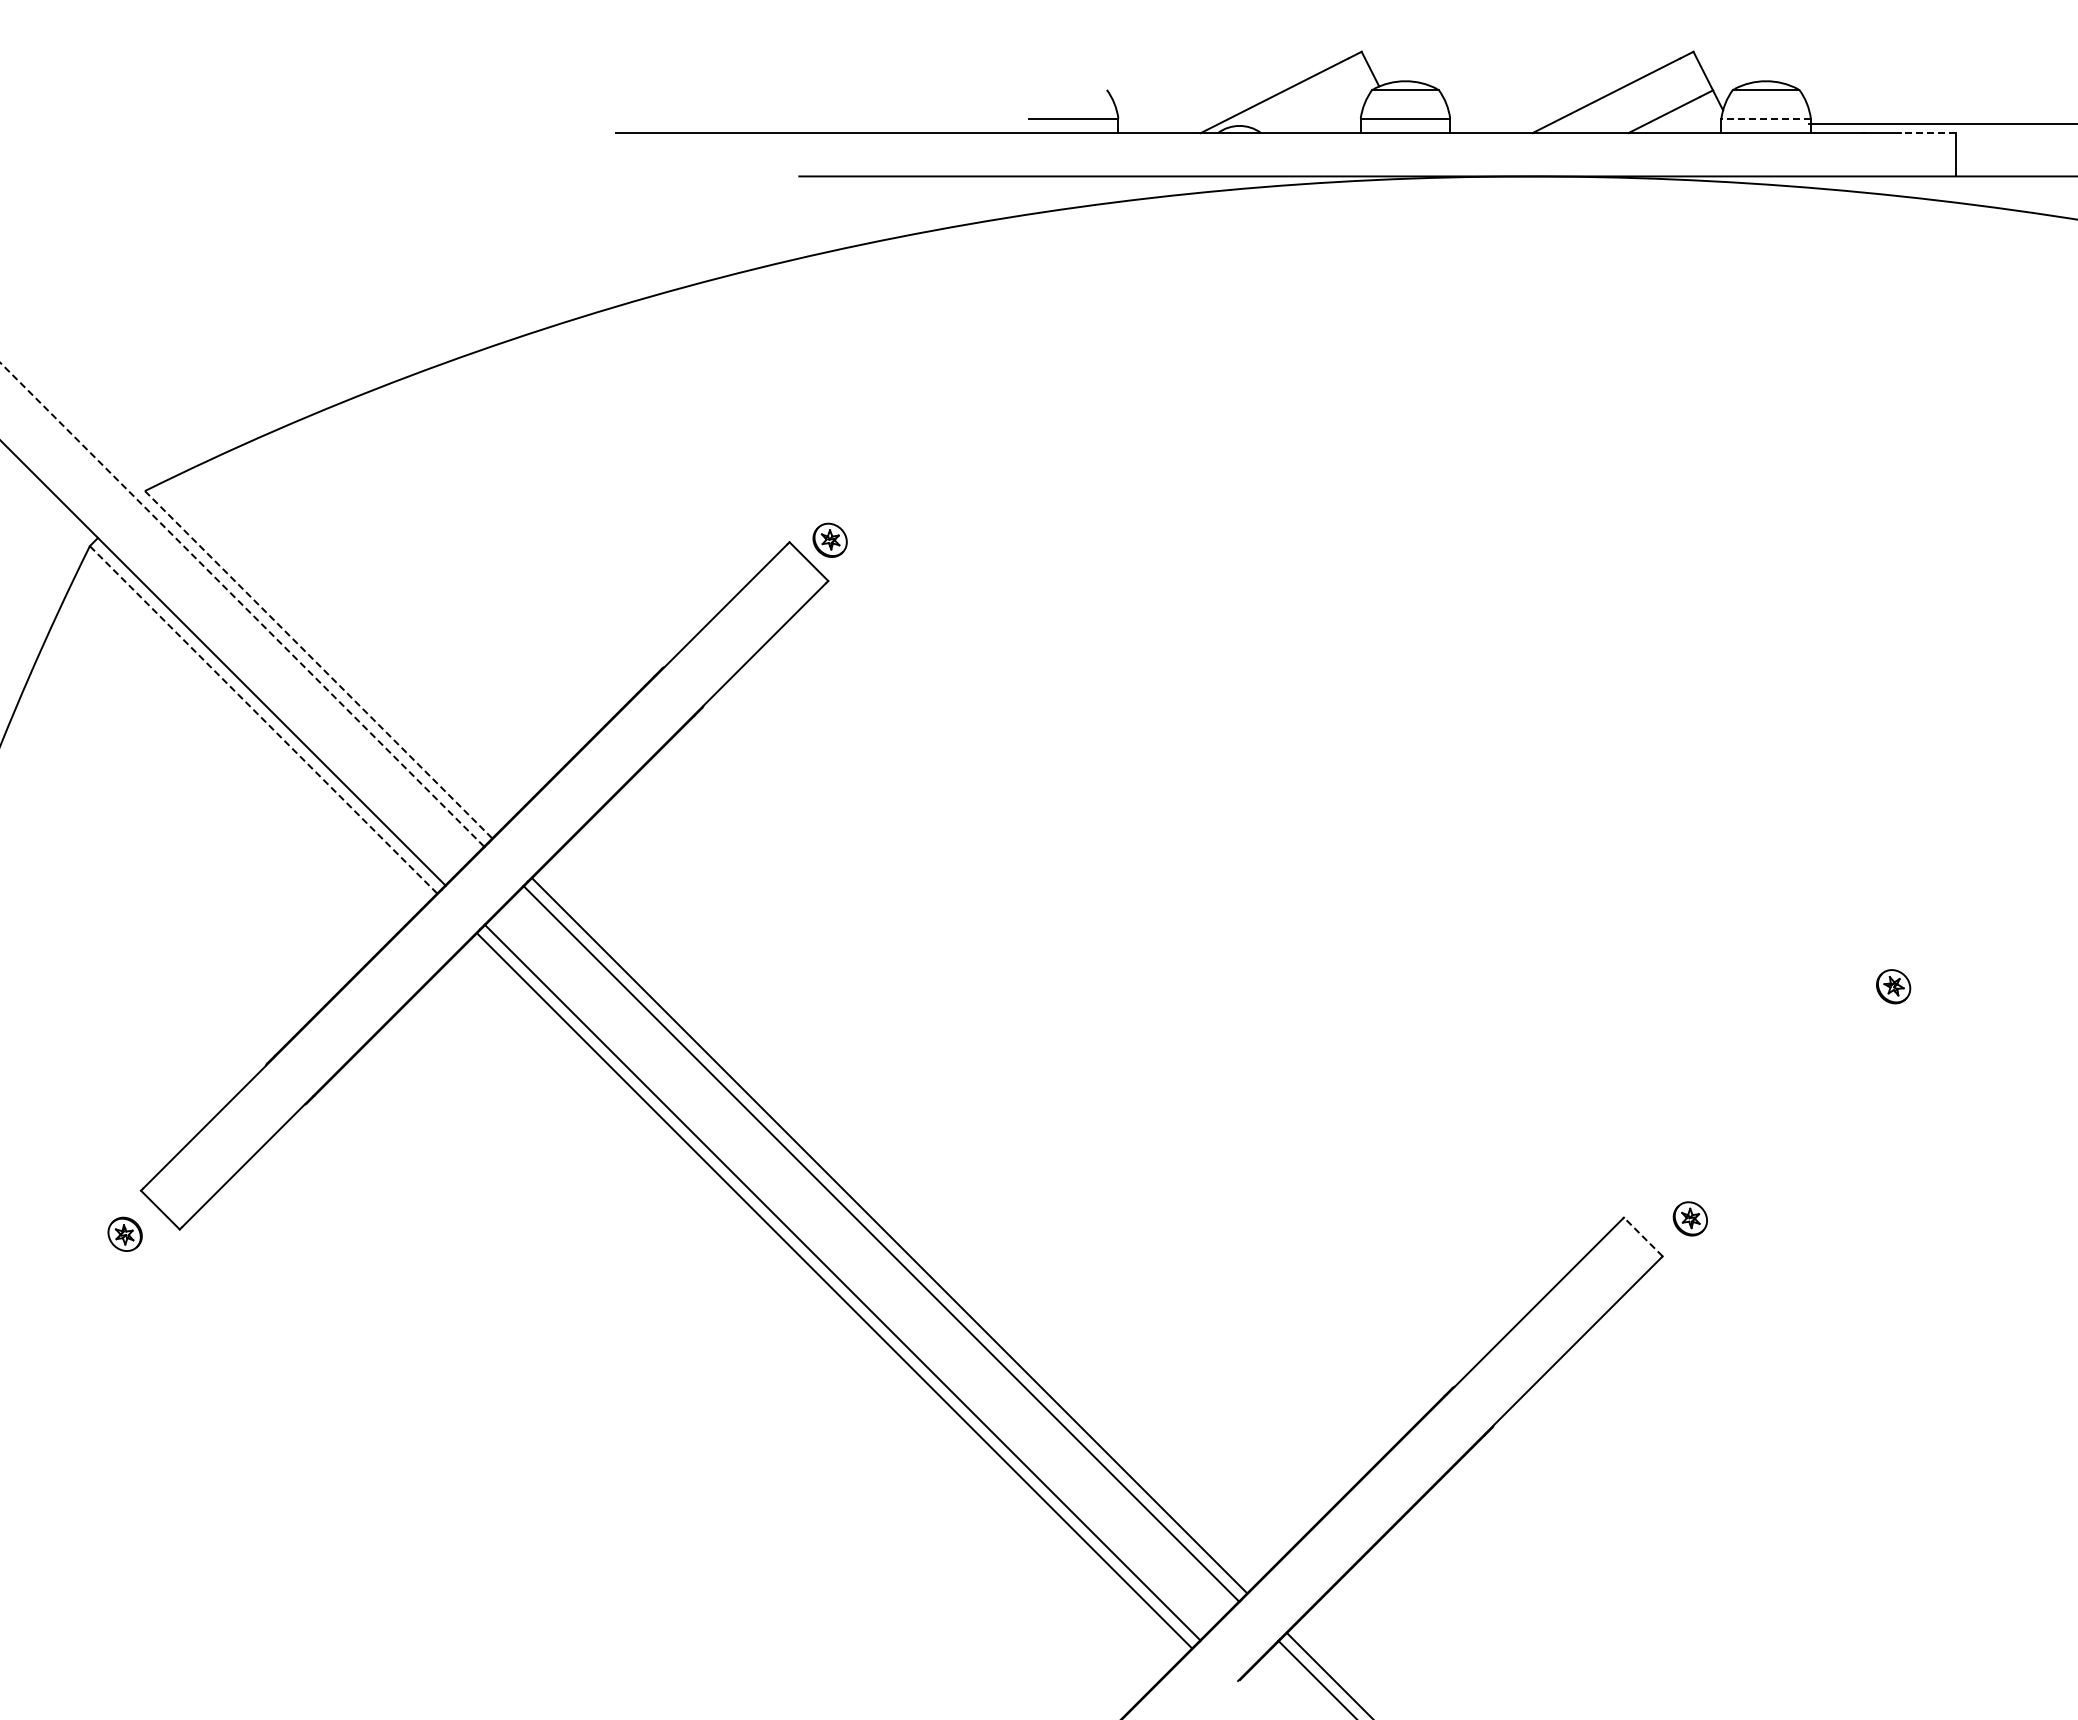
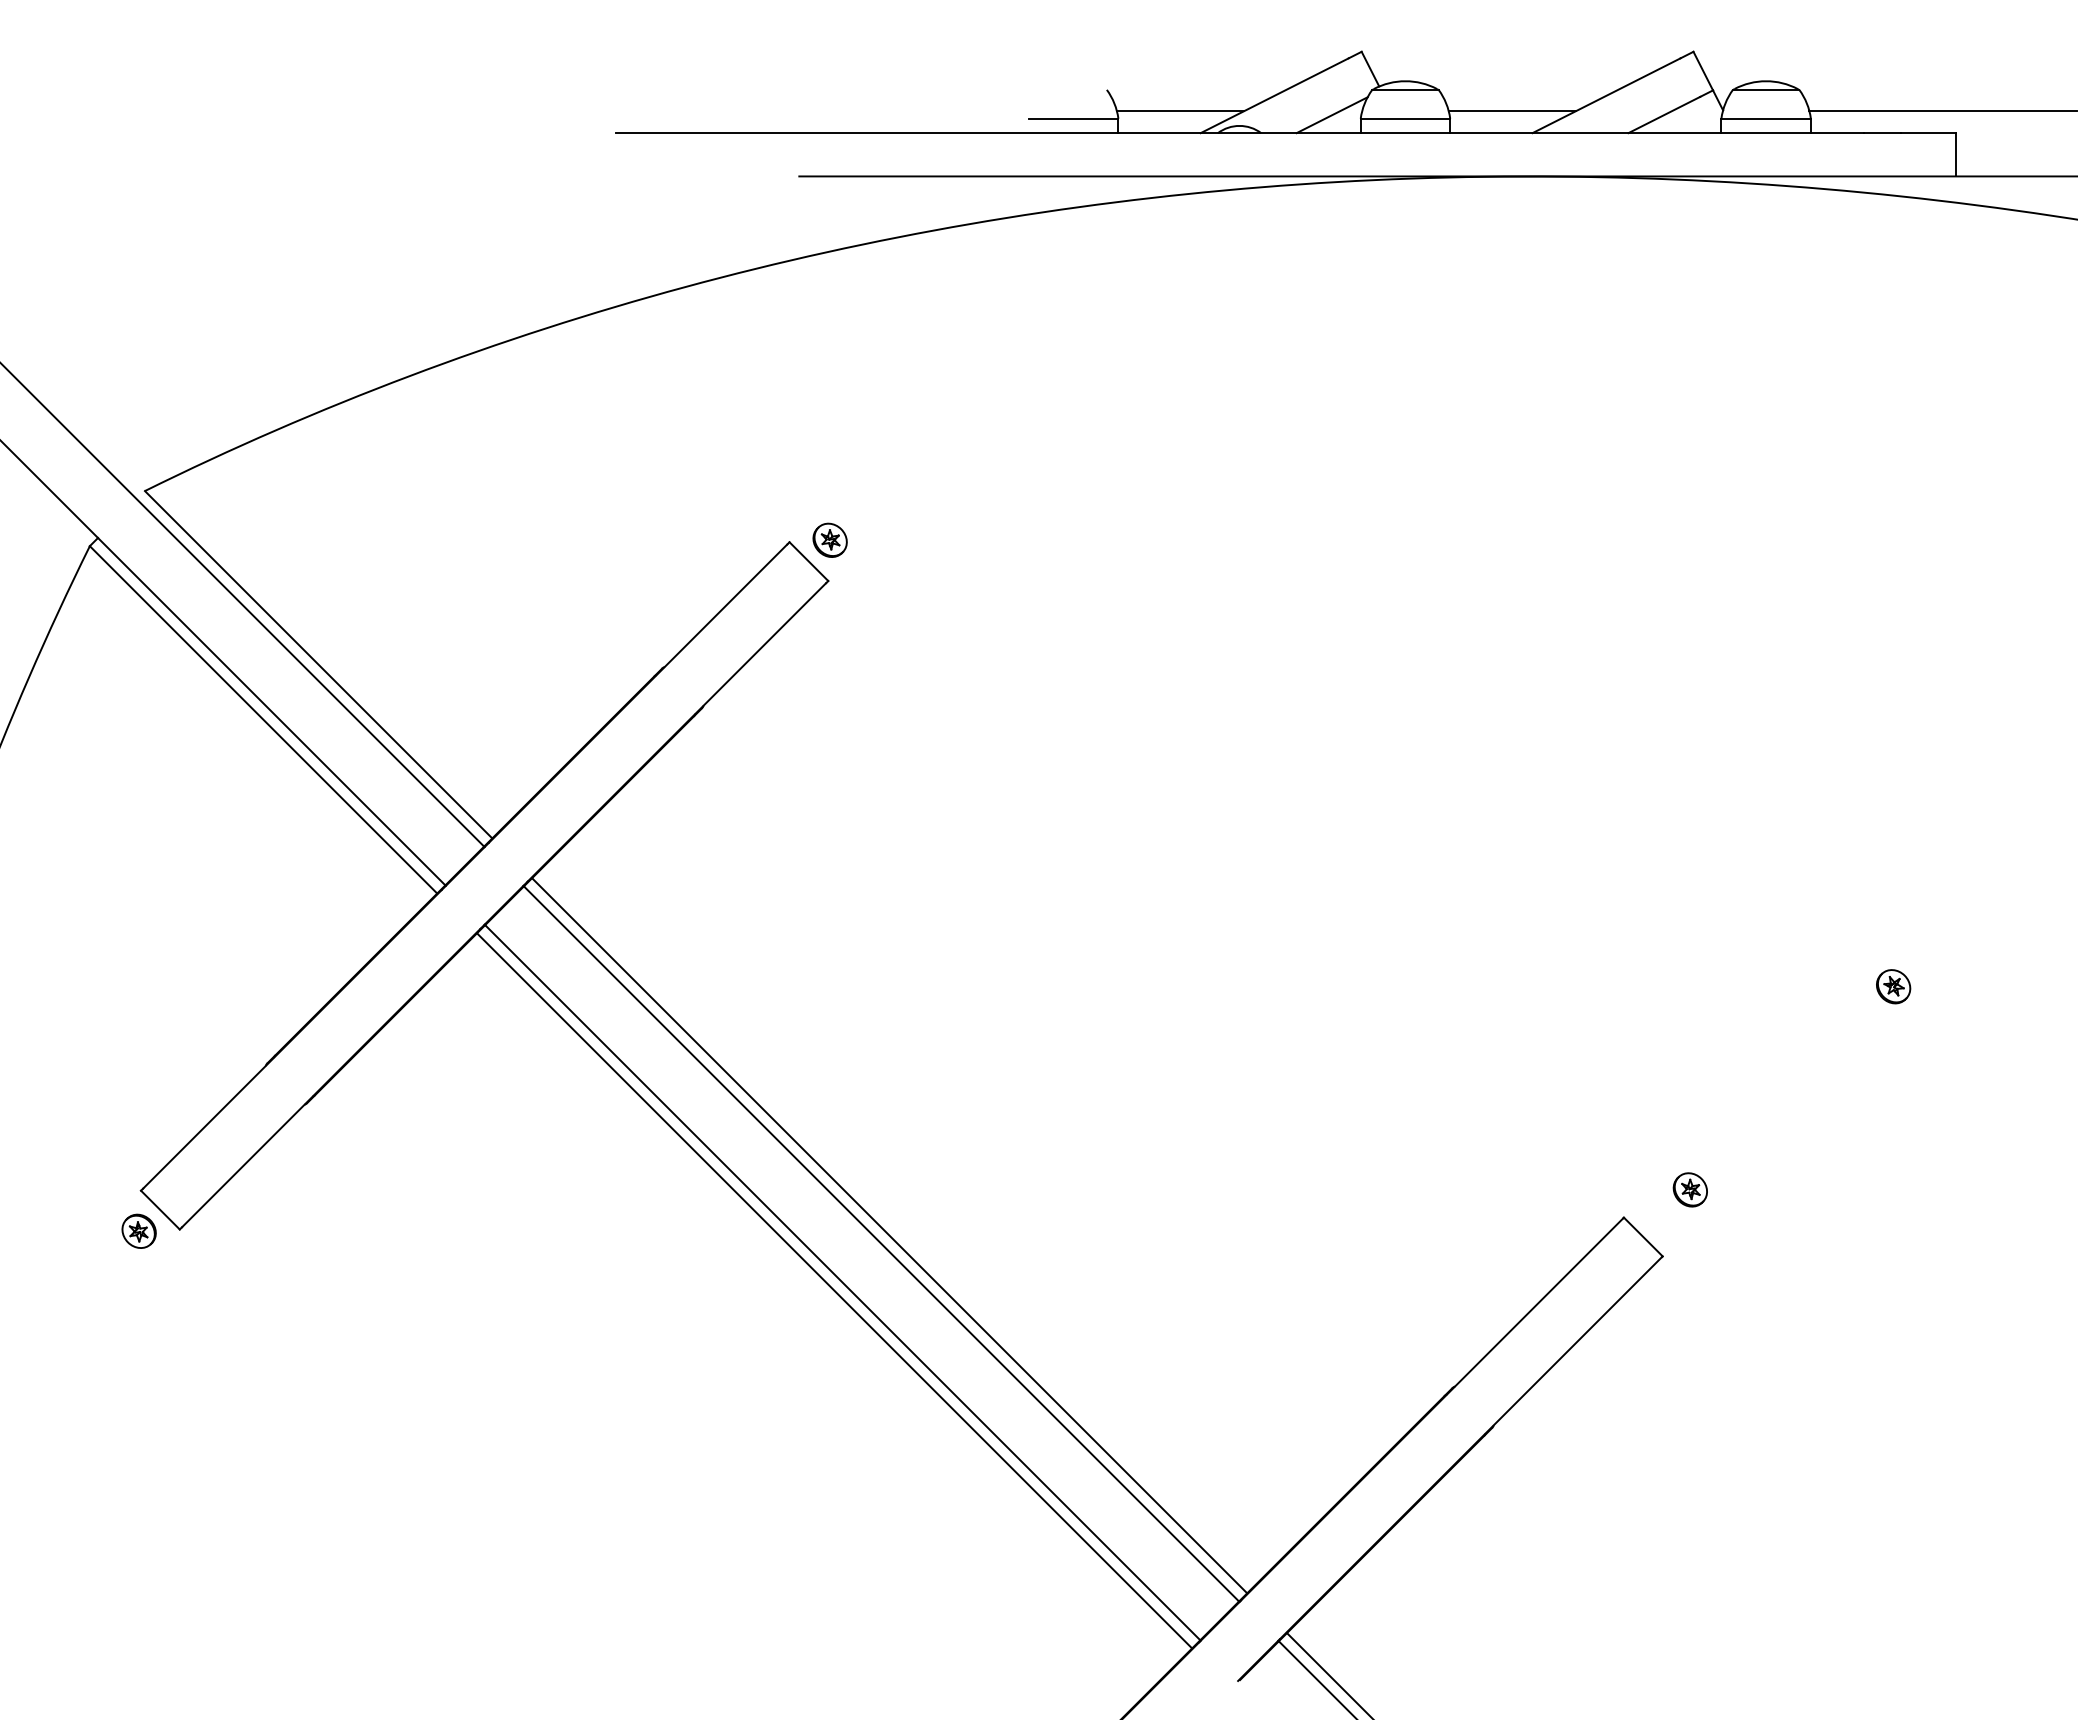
line at (1180, 111): none -> present
line at (1512, 111): none -> present
line at (1331, 115): none -> present
line at (1766, 118): dashed -> solid
line at (1941, 124) position: (1941, 124) -> (1941, 111)
line at (1928, 133): dashed -> solid
line at (241, 604): dashed -> solid
line at (318, 664): dashed -> solid
line at (263, 719): dashed -> solid
part at (1689, 1218) position: (1689, 1218) -> (1689, 1189)
part at (124, 1233) position: (124, 1233) -> (138, 1230)
line at (1642, 1236): dashed -> solid
